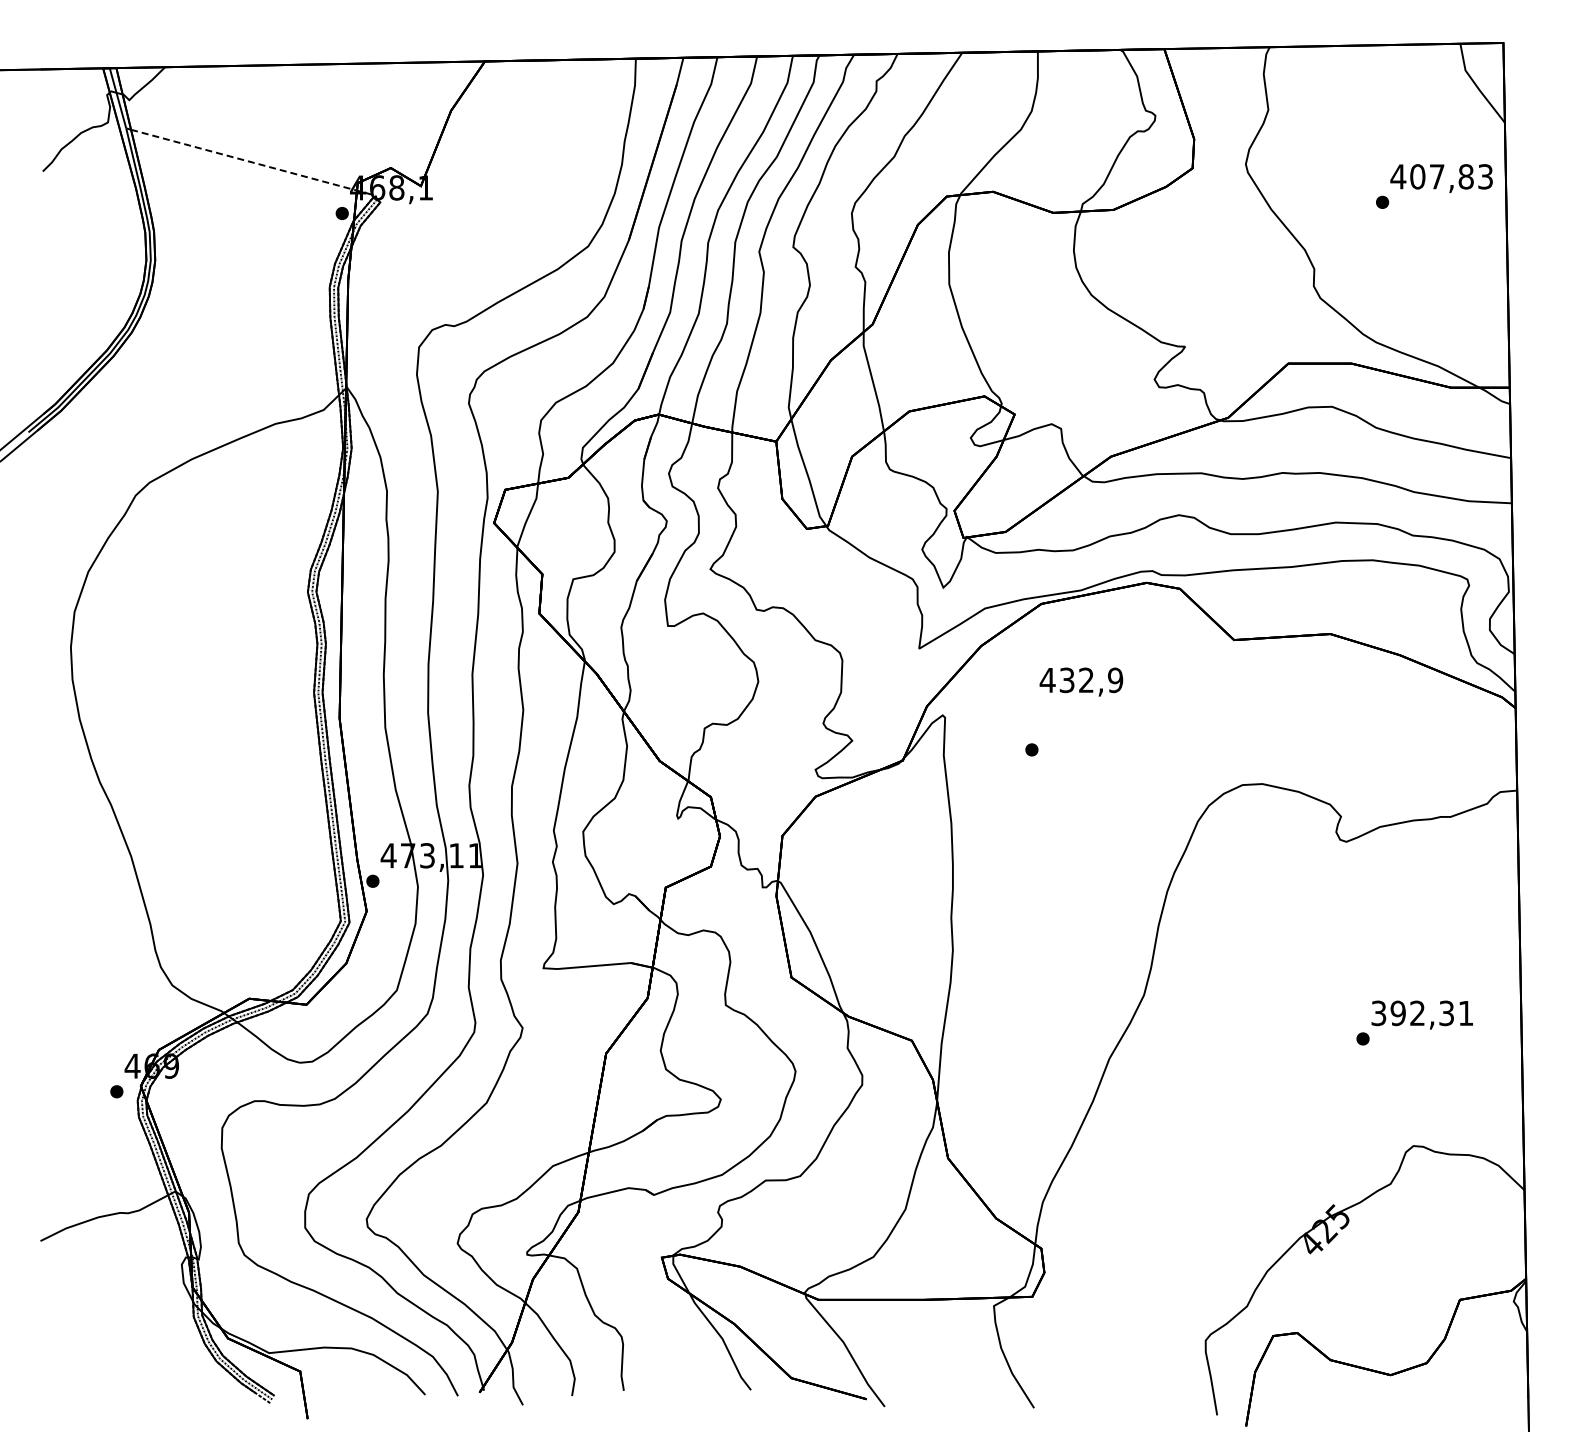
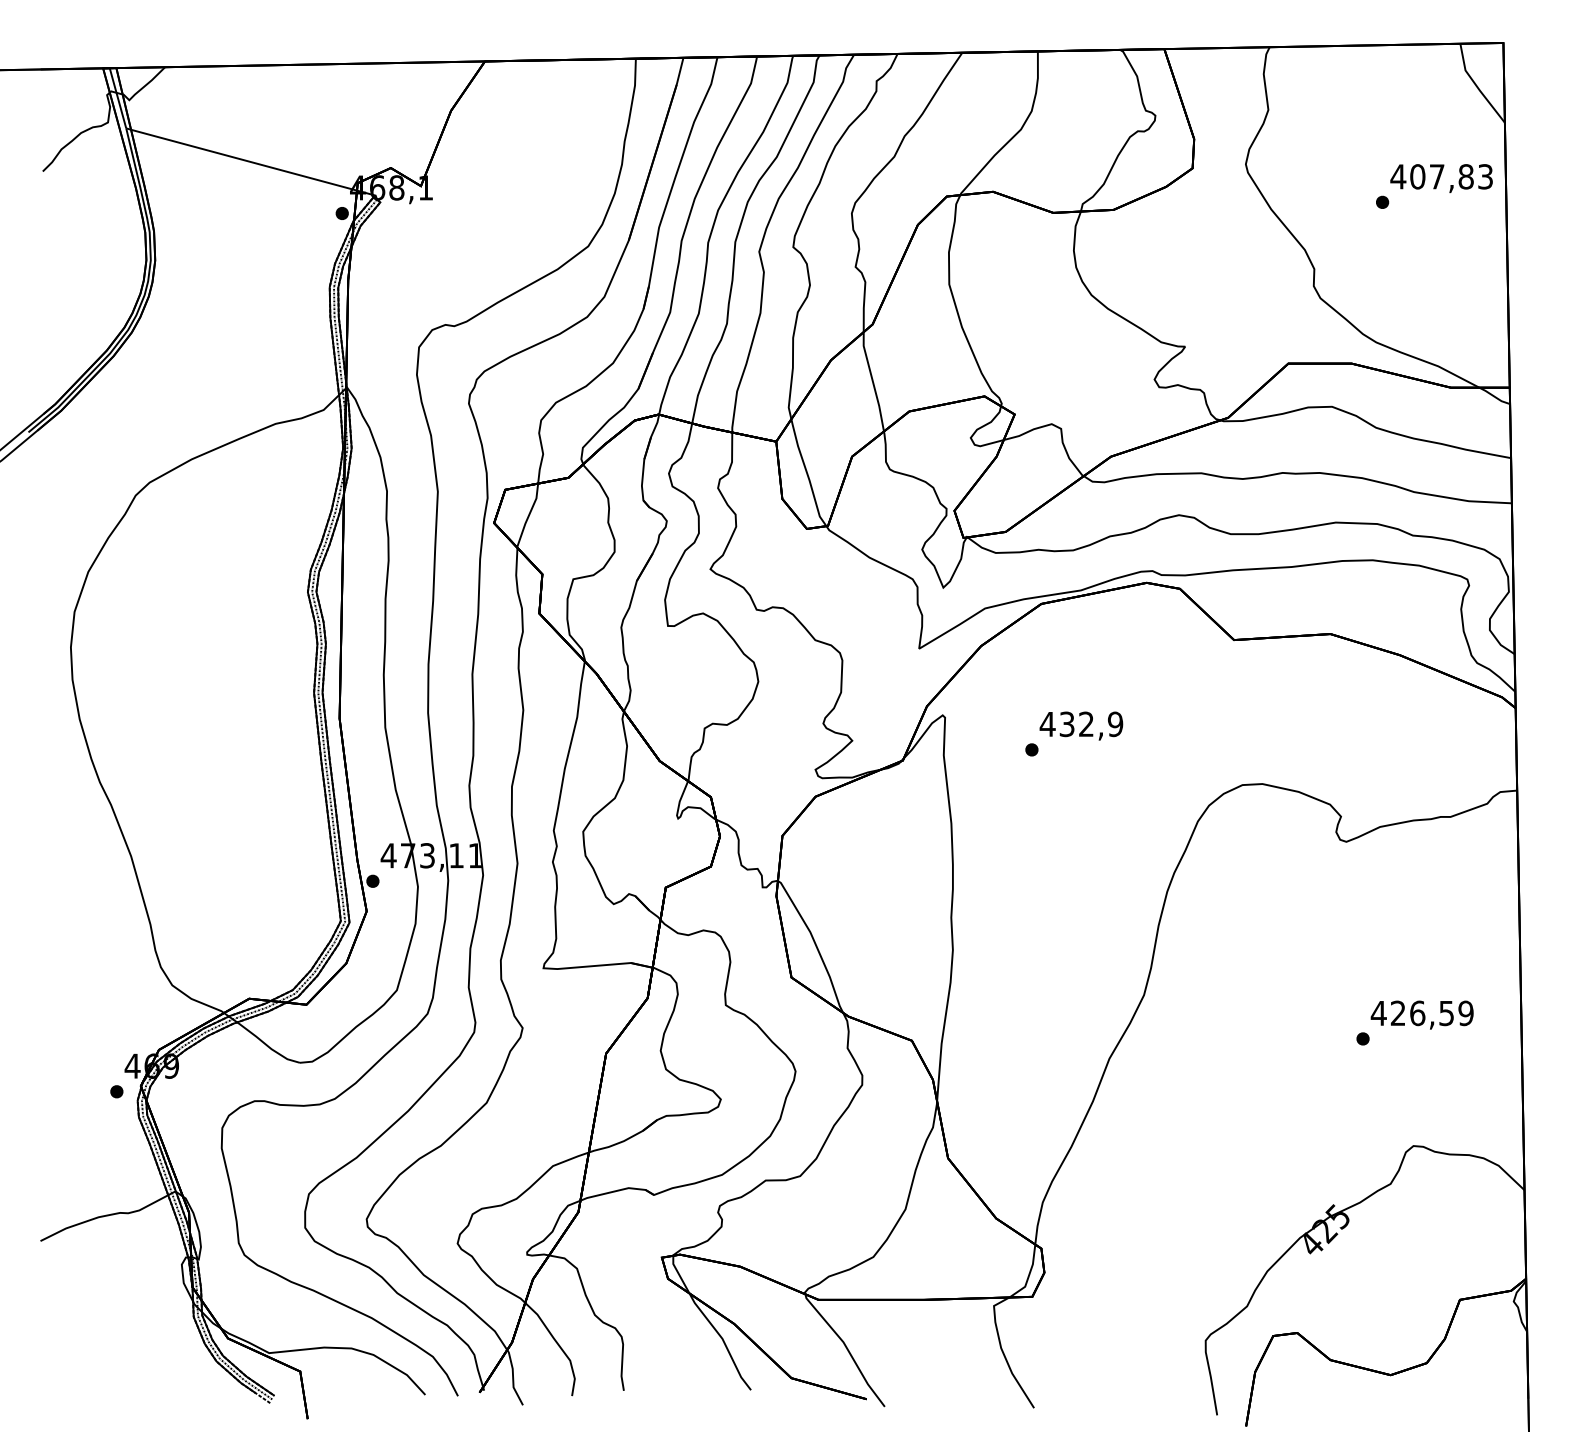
line at (256, 163): dashed -> solid
text at (1081, 681) position: (1081, 681) -> (1081, 725)
text at (1421, 1013): 392,31 -> 426,59
